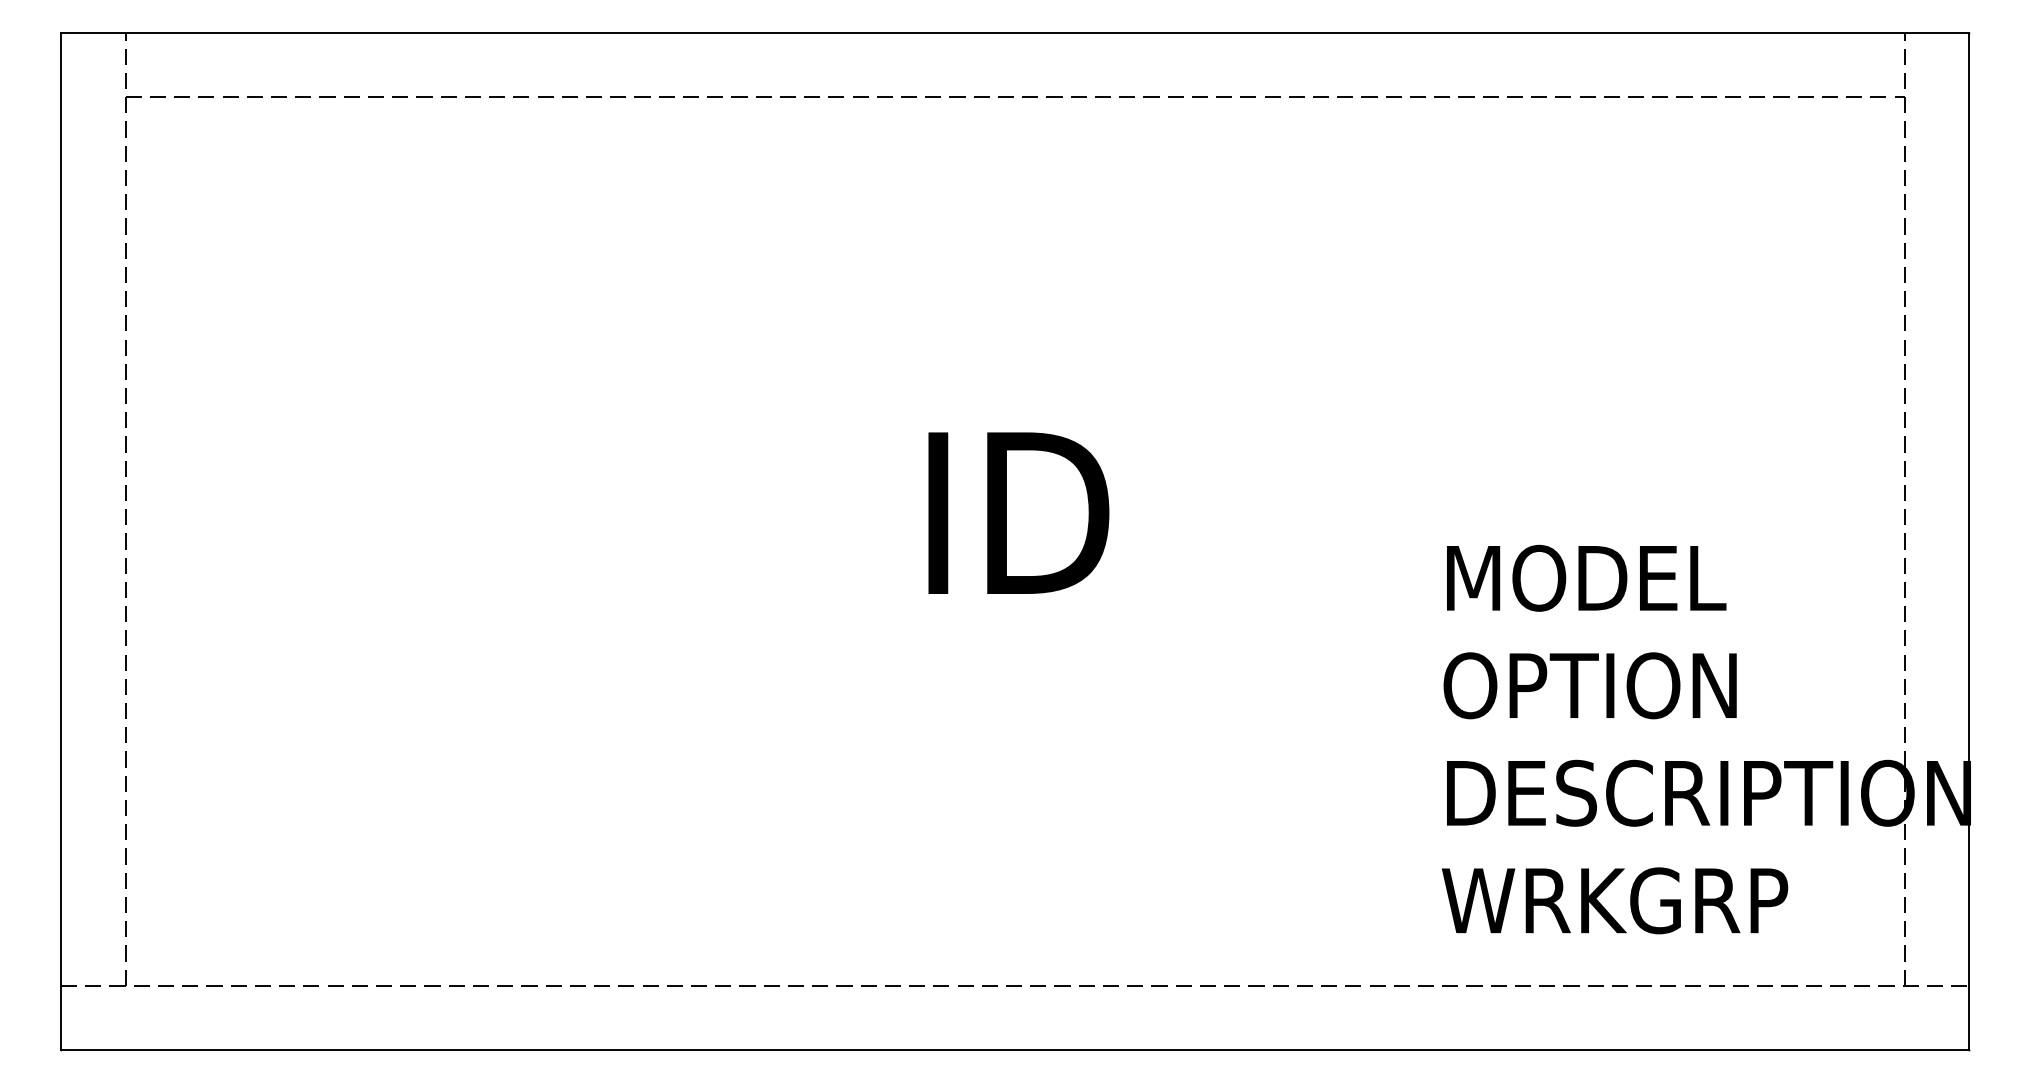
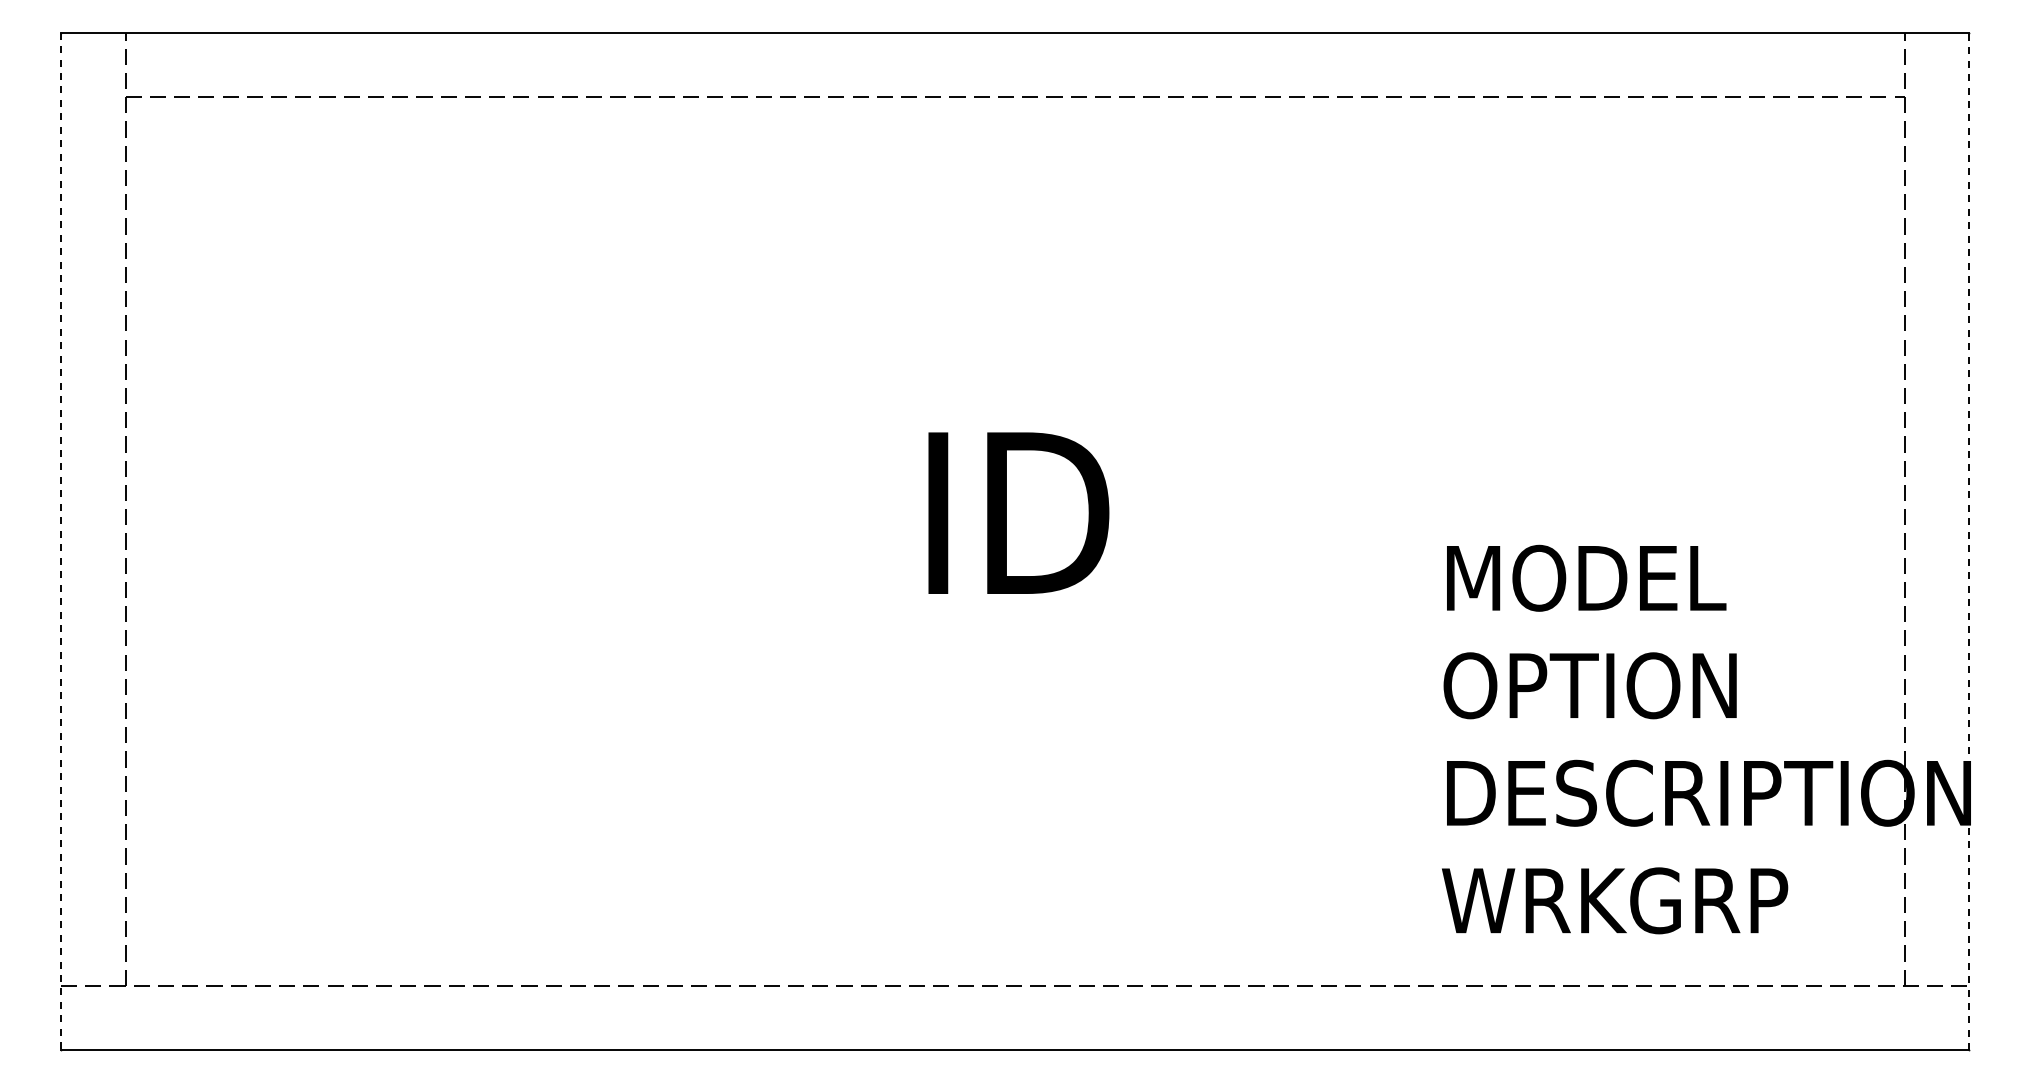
line at (60, 541): solid -> dashed
line at (1969, 541): solid -> dashed
